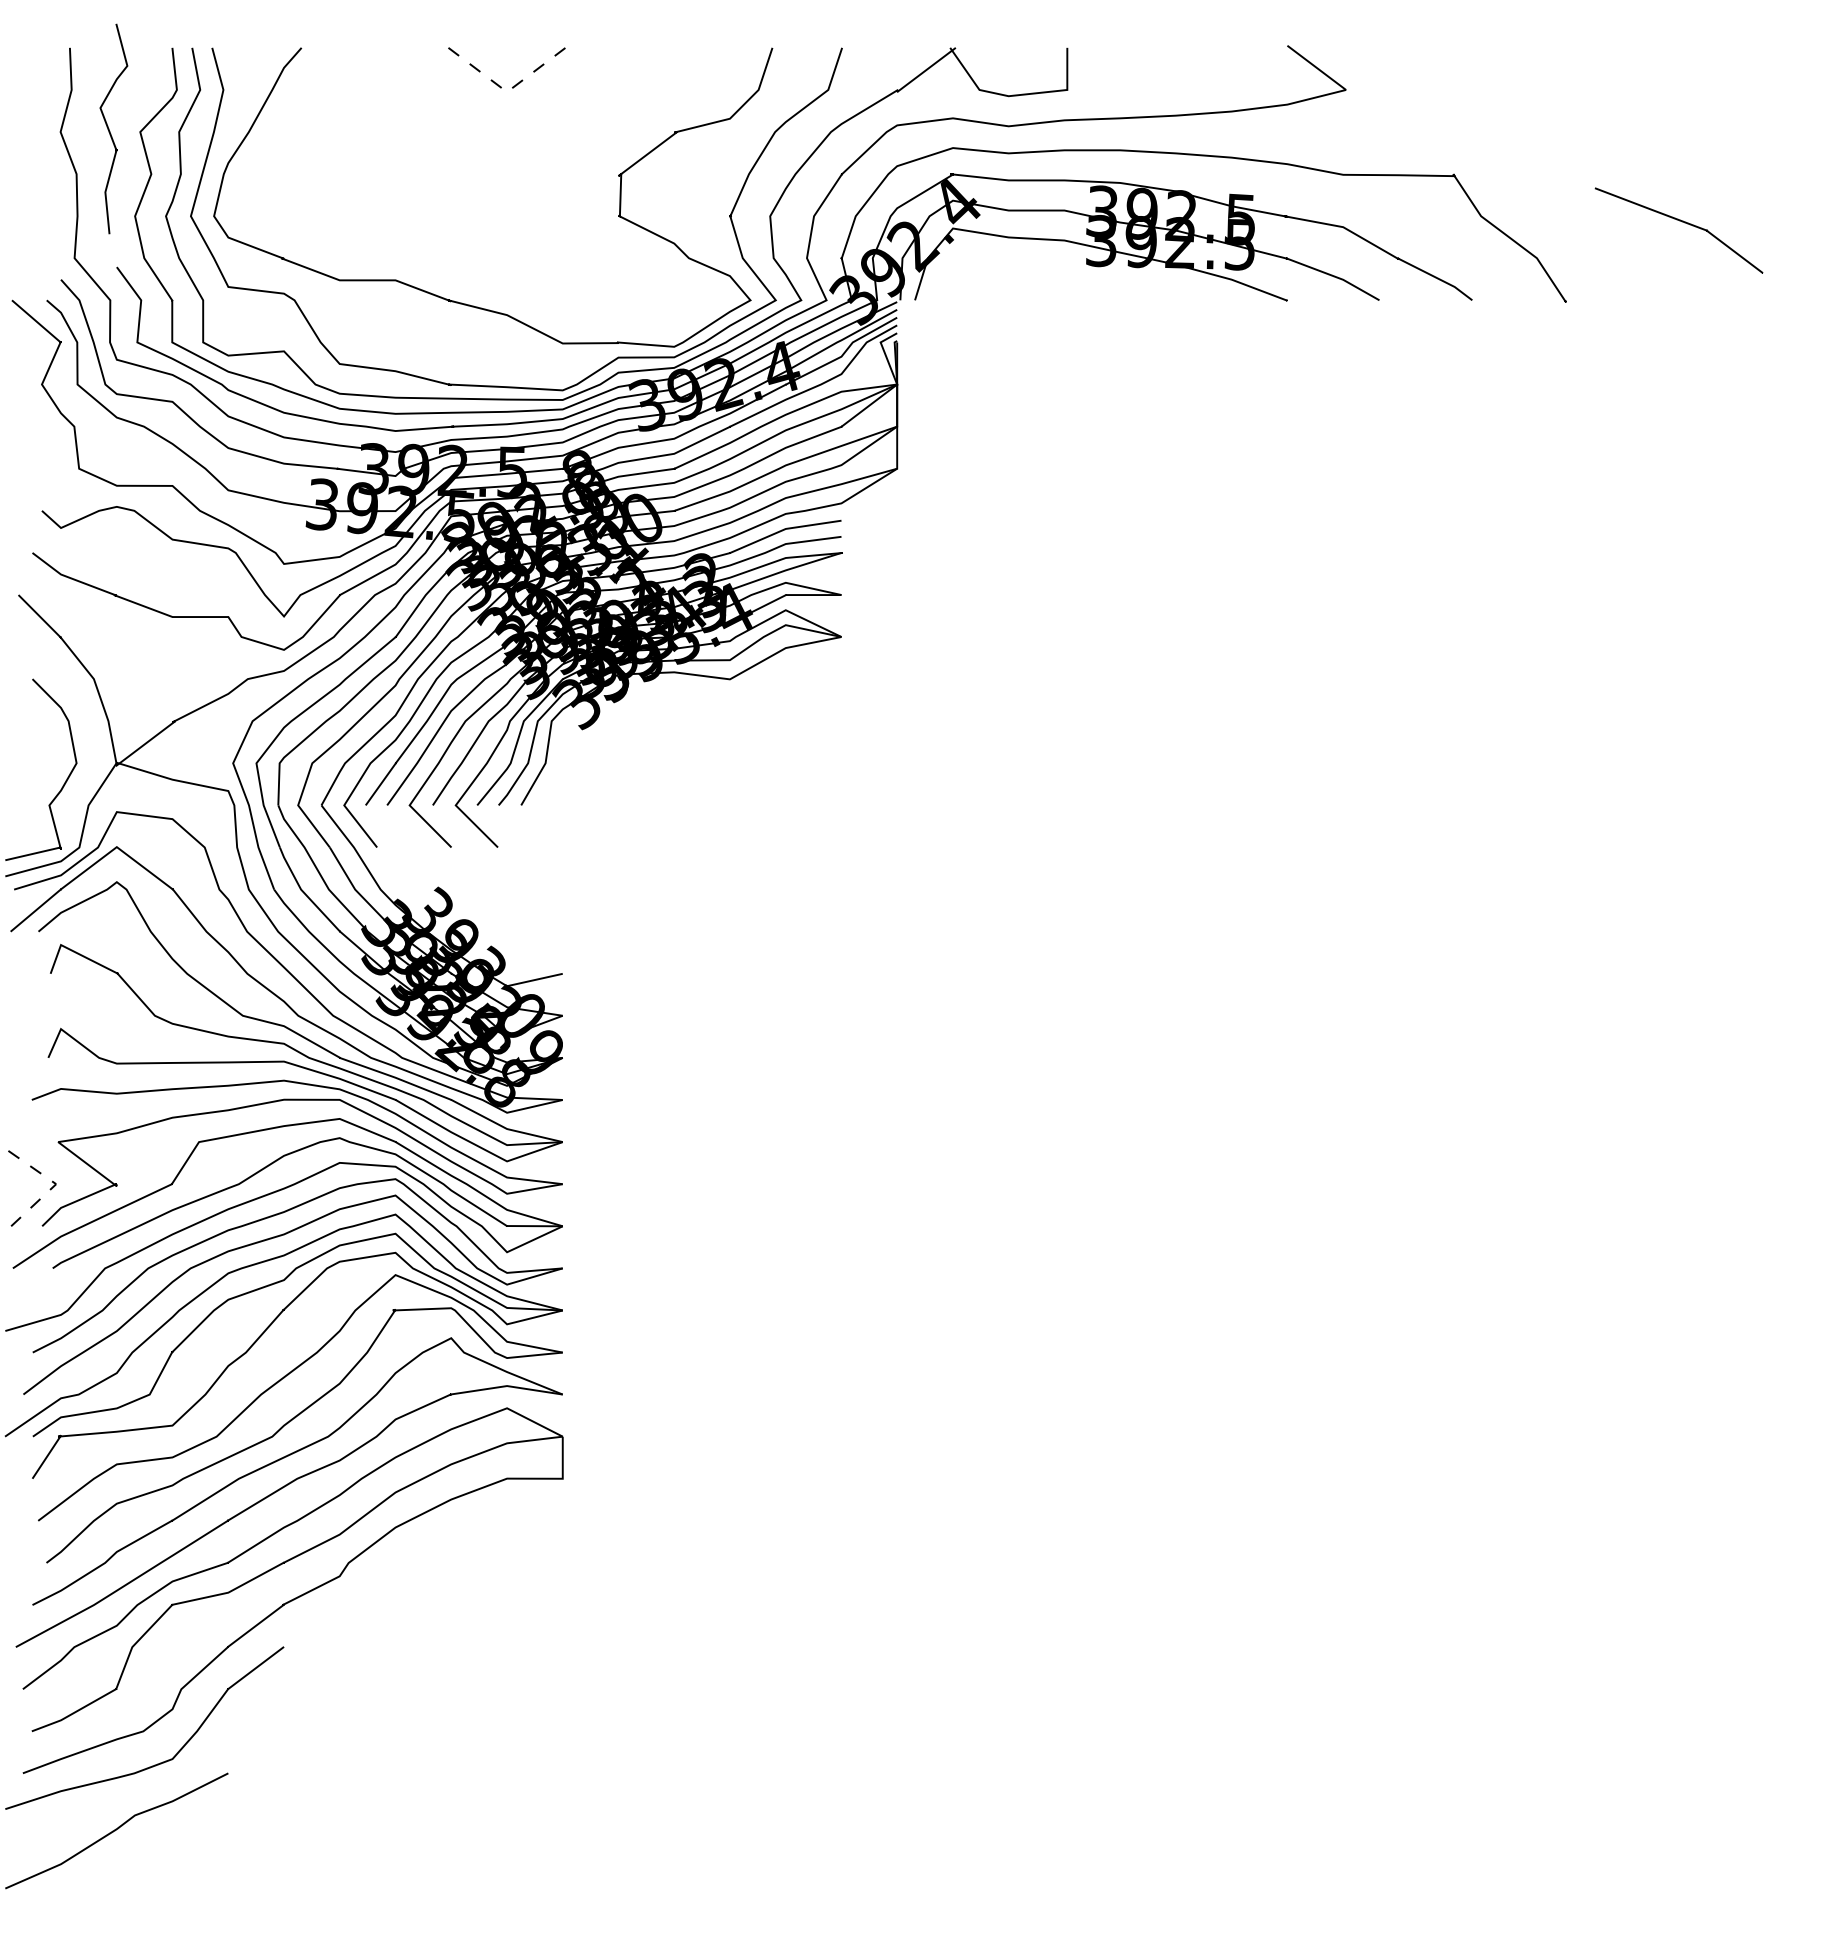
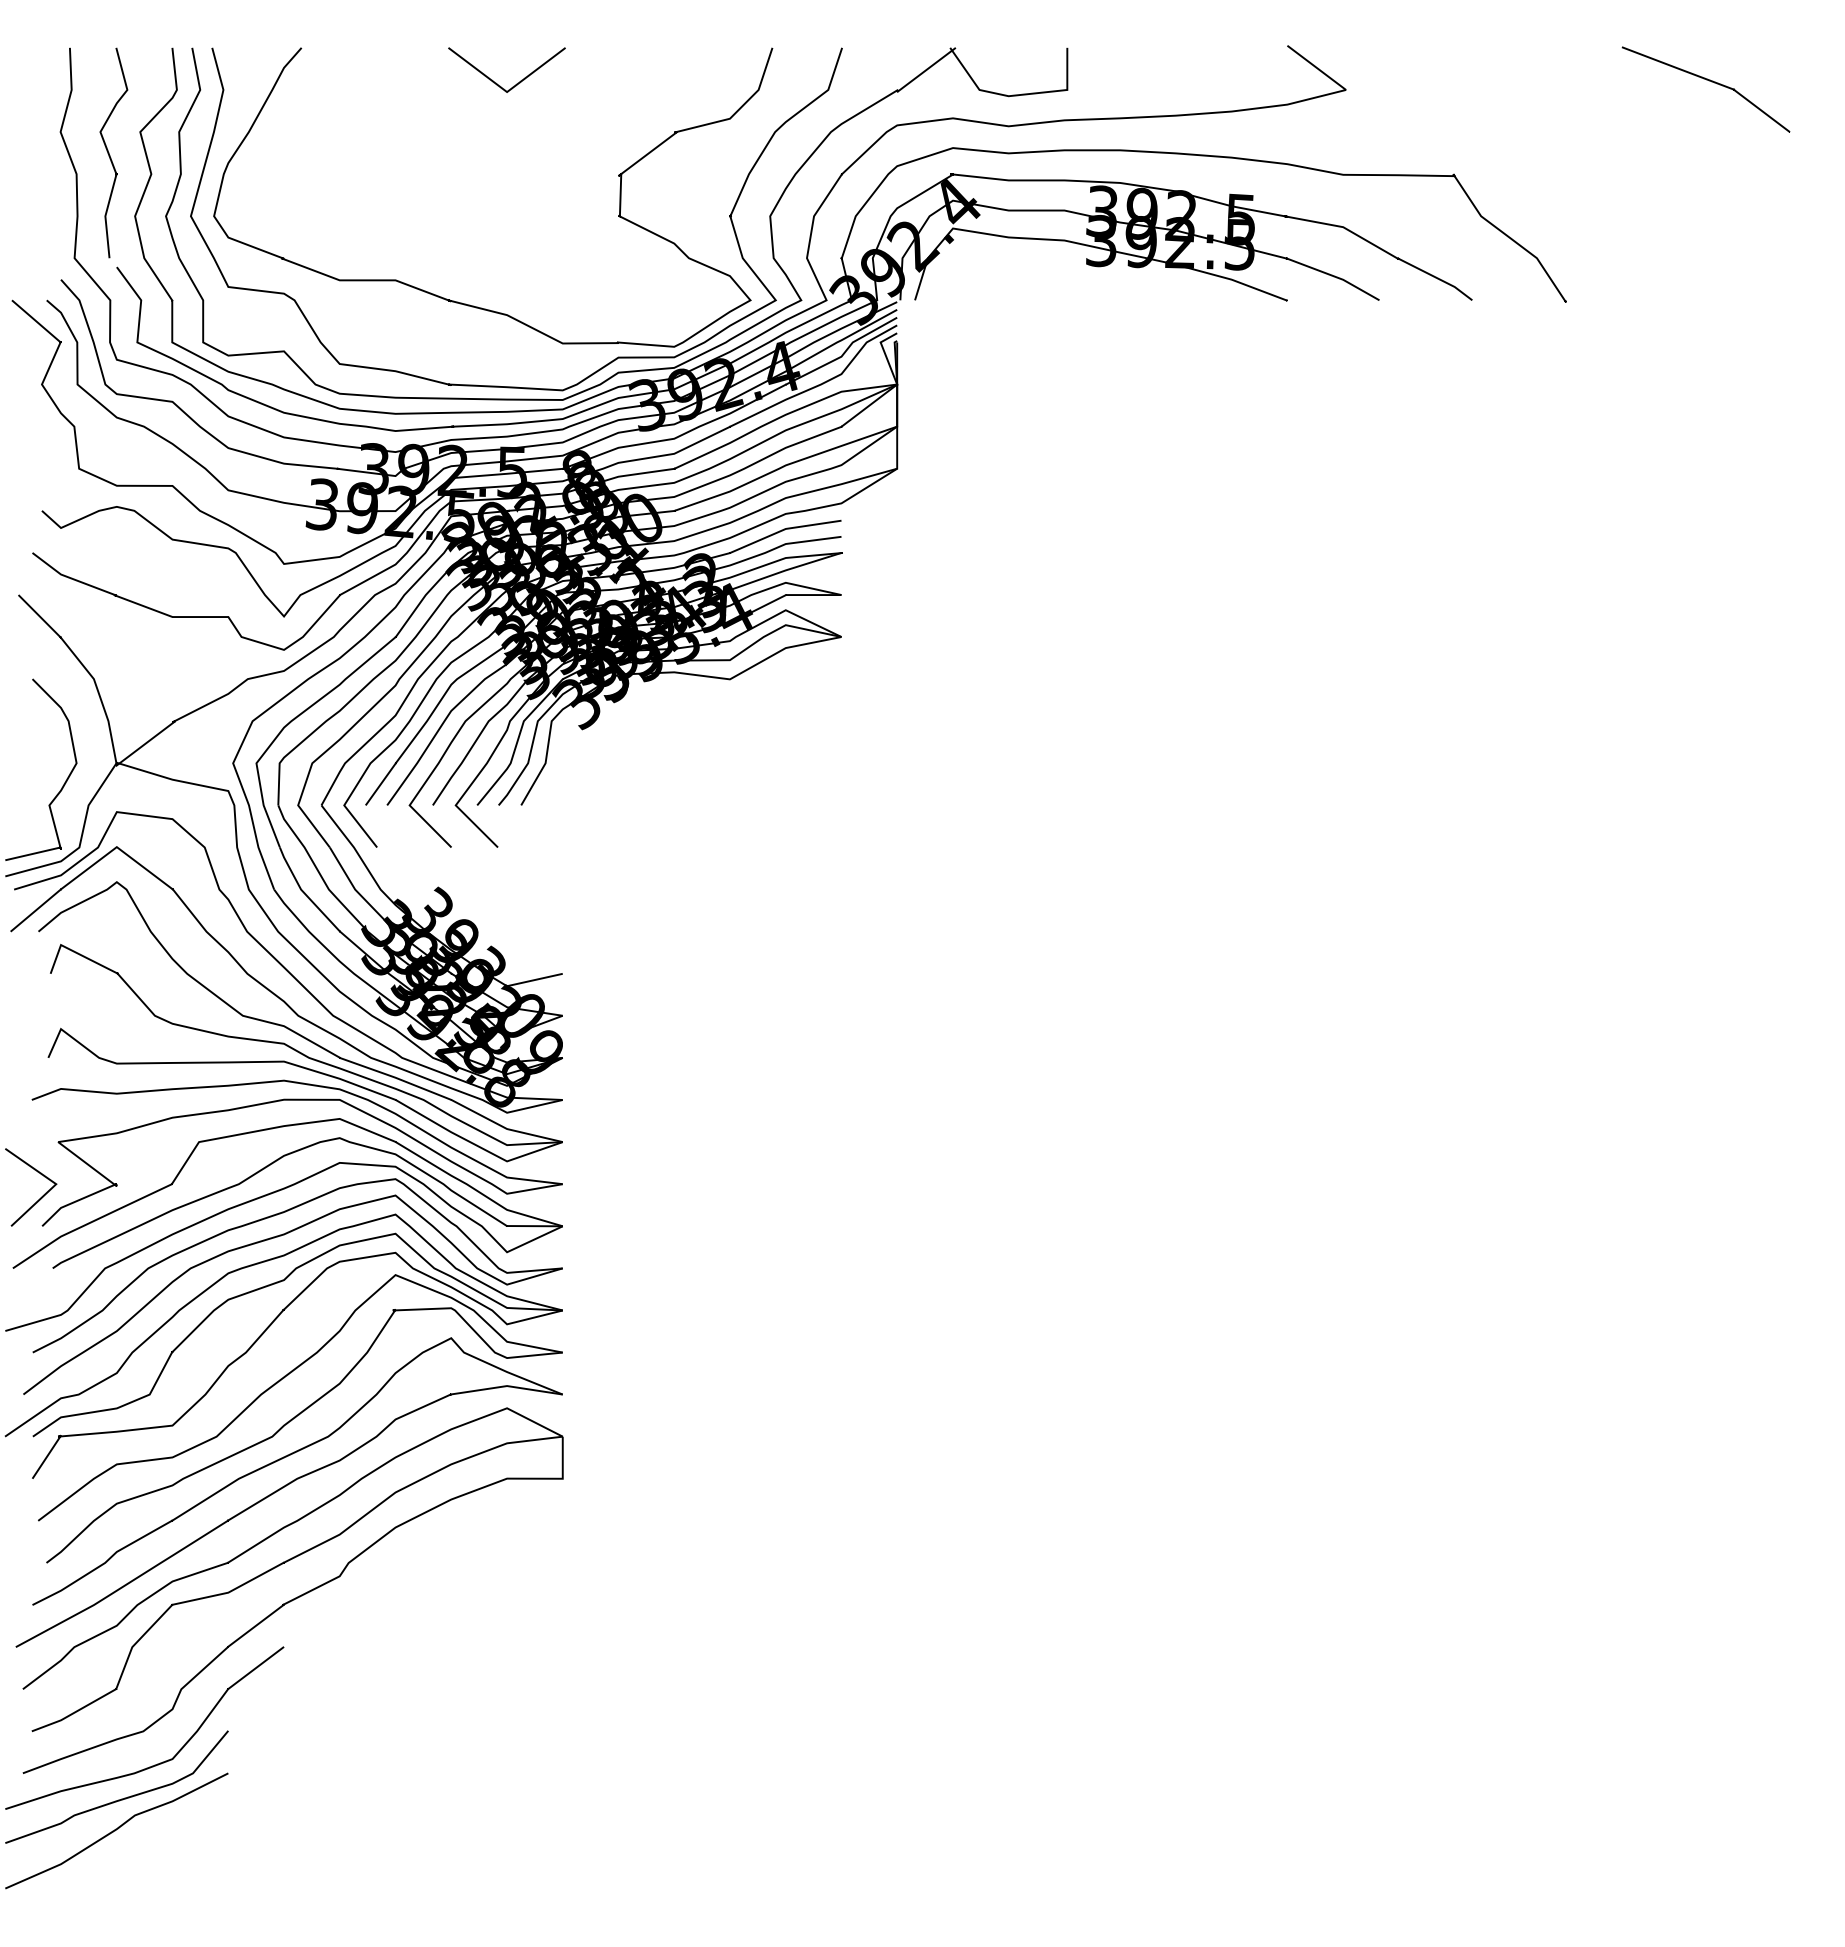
line at (507, 92): dashed -> solid
curve at (109, 128) position: (109, 128) -> (109, 152)
curve at (1682, 222) position: (1682, 222) -> (1709, 81)
line at (56, 1184): dashed -> solid
curve at (121, 1798): none -> present
